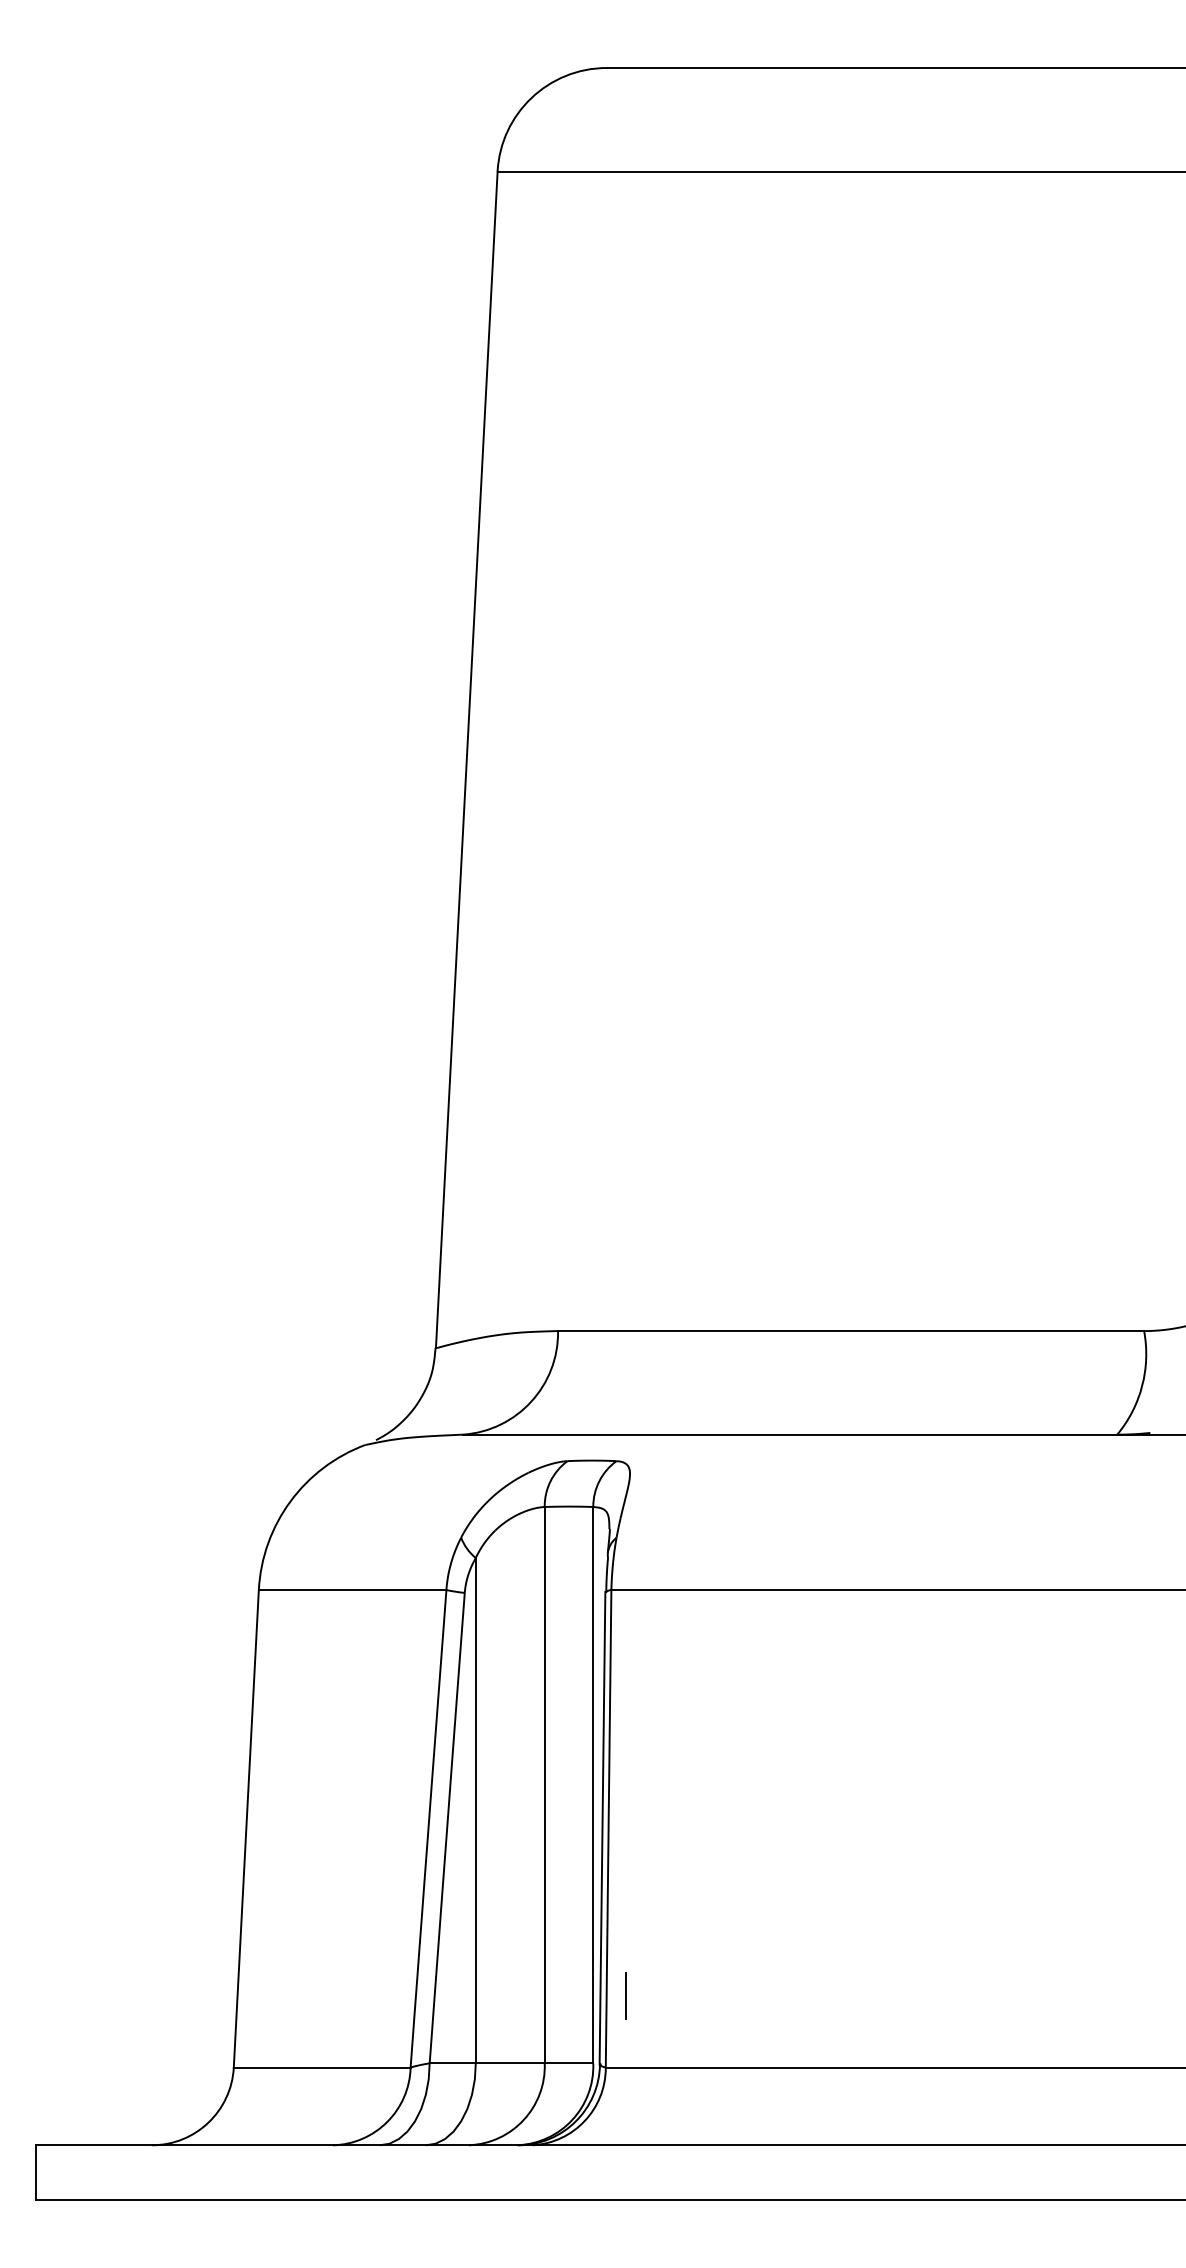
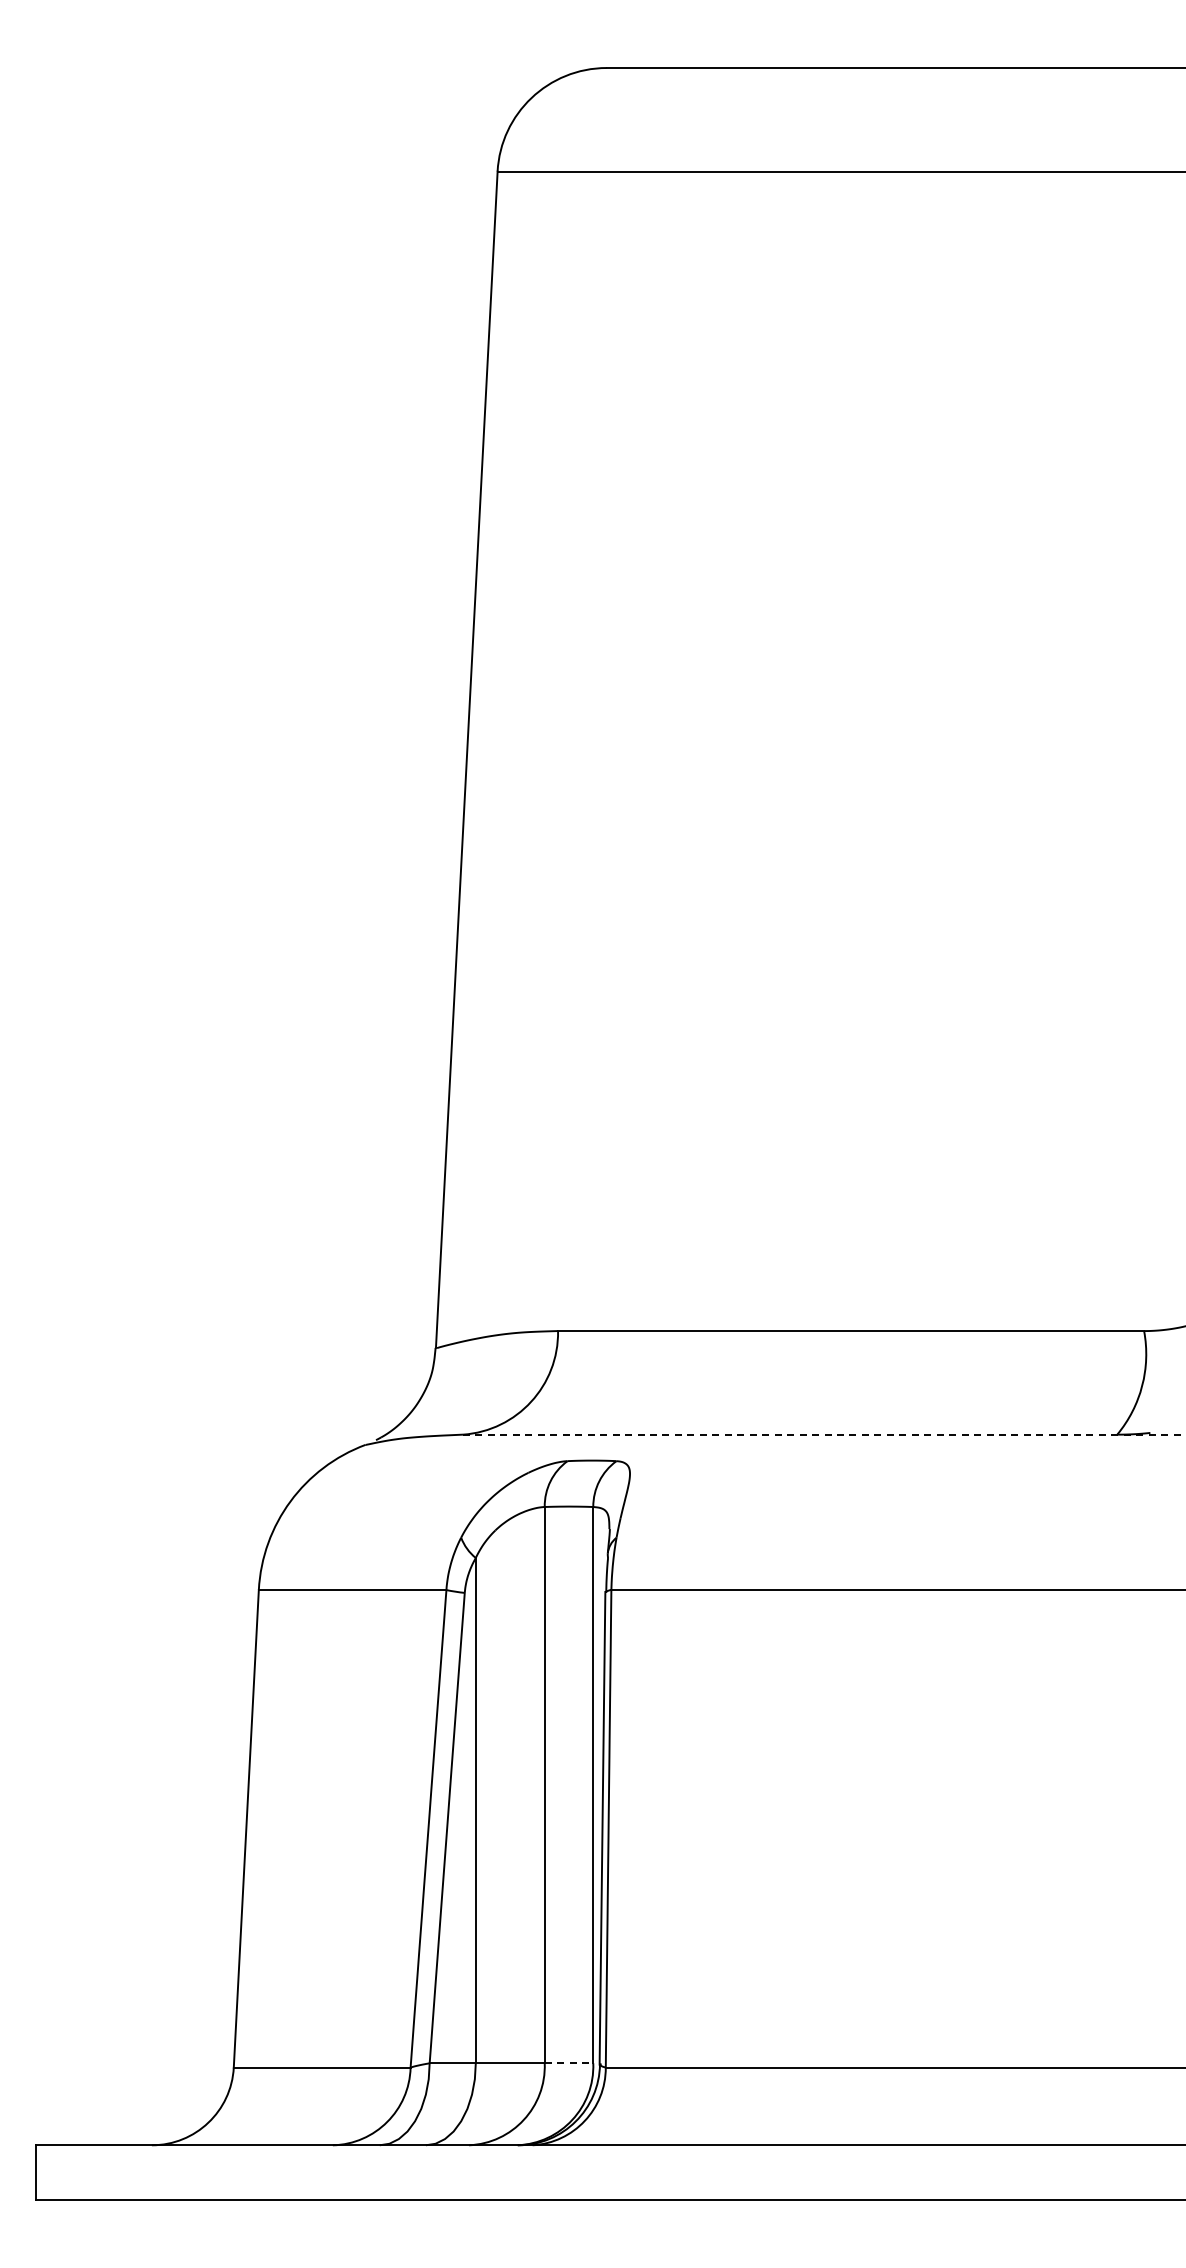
line at (824, 1434): solid -> dashed
line at (625, 1995): present -> none
line at (569, 2063): solid -> dashed
